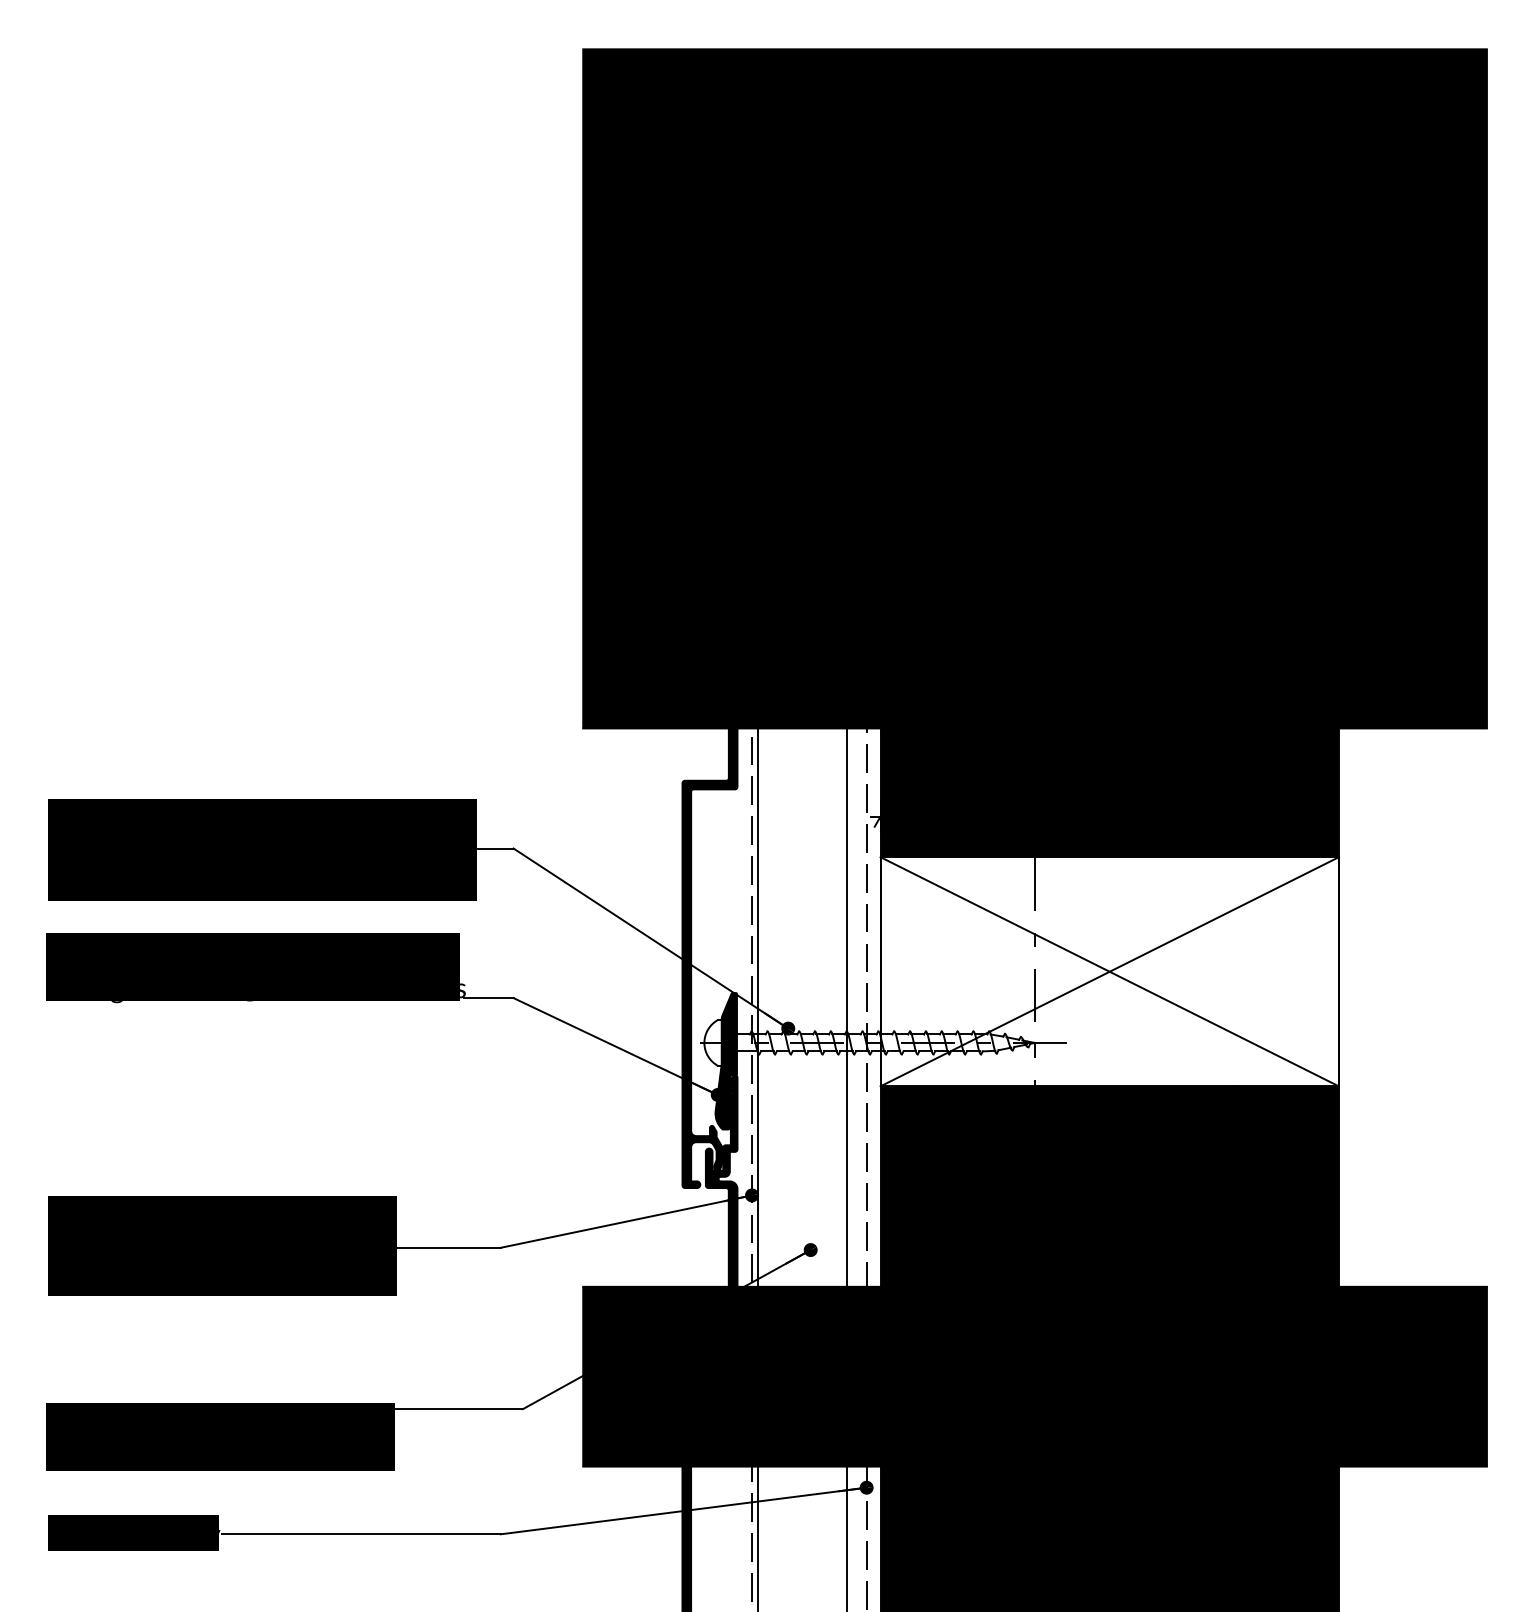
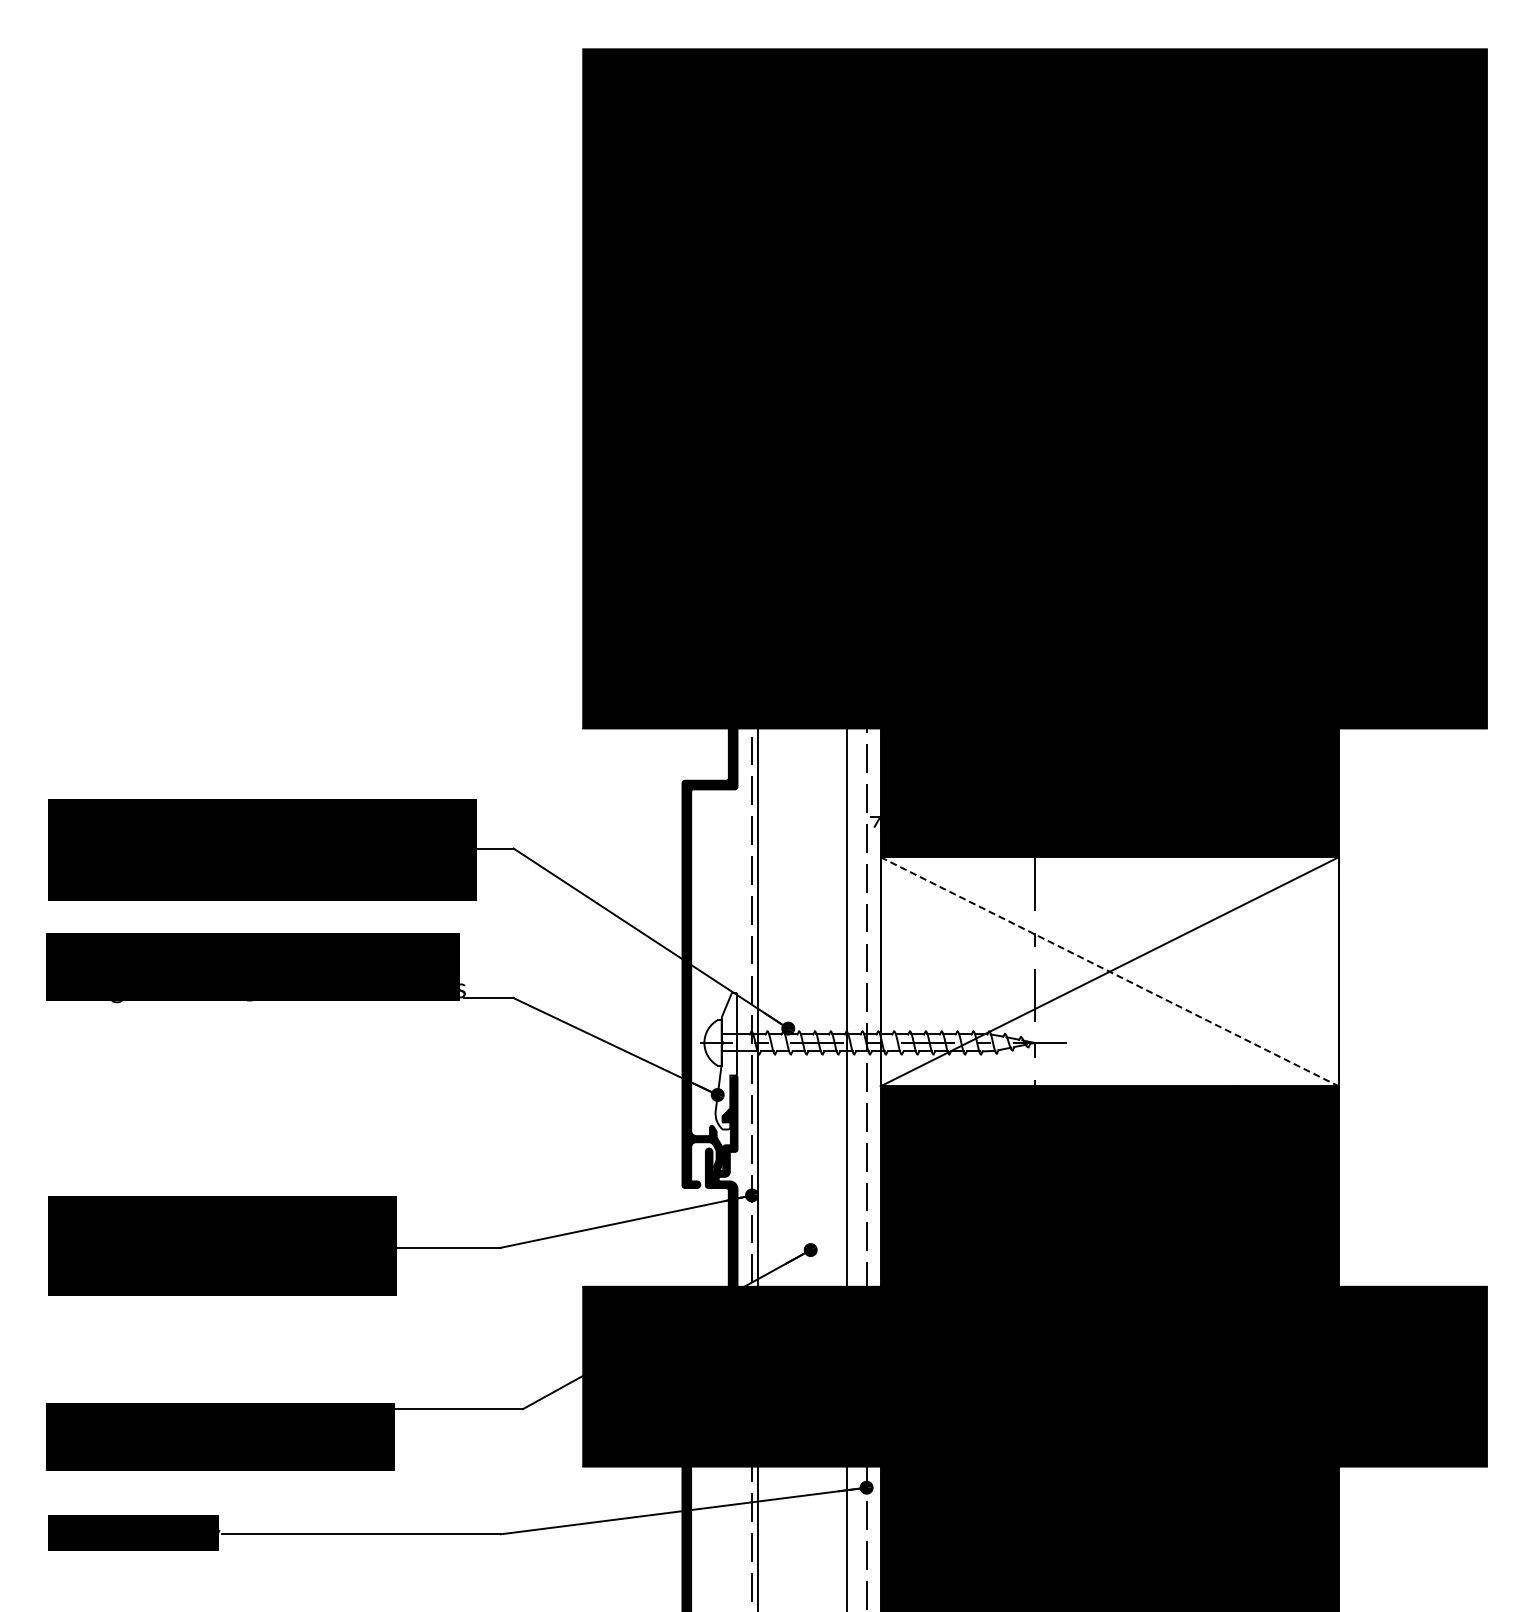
line at (1110, 971): solid -> dashed
fill at (725, 1061): present -> none
